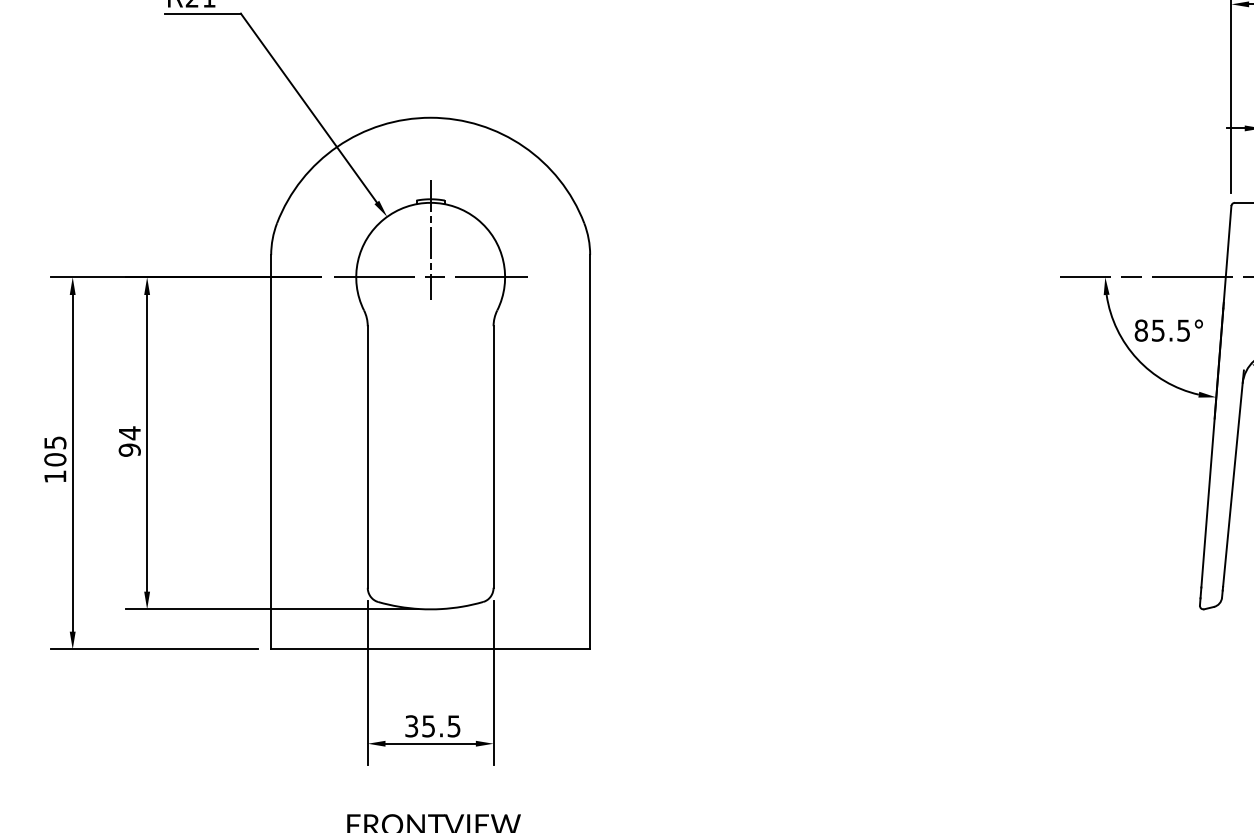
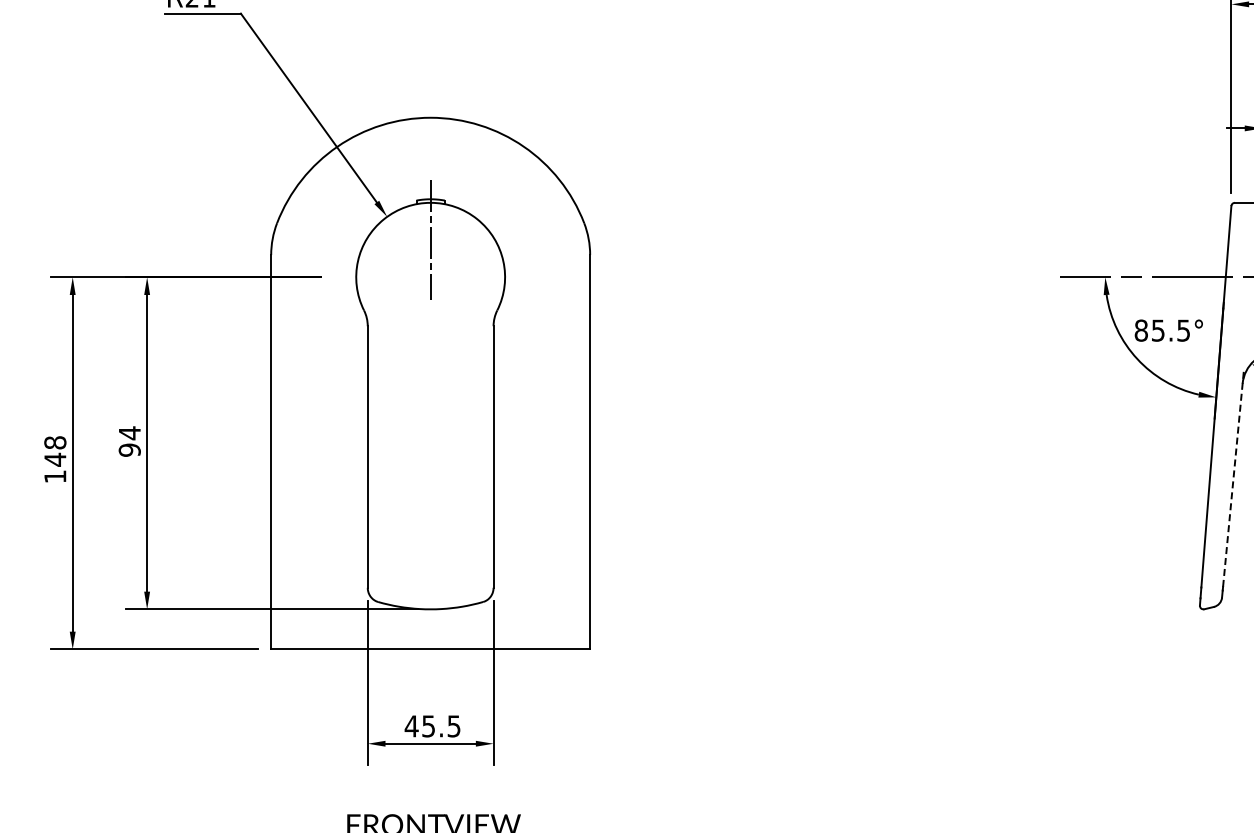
line at (430, 277): present -> none
text at (55, 451): 105 -> 148
line at (1233, 478): solid -> dashed
text at (411, 726): 35.5 -> 45.5
